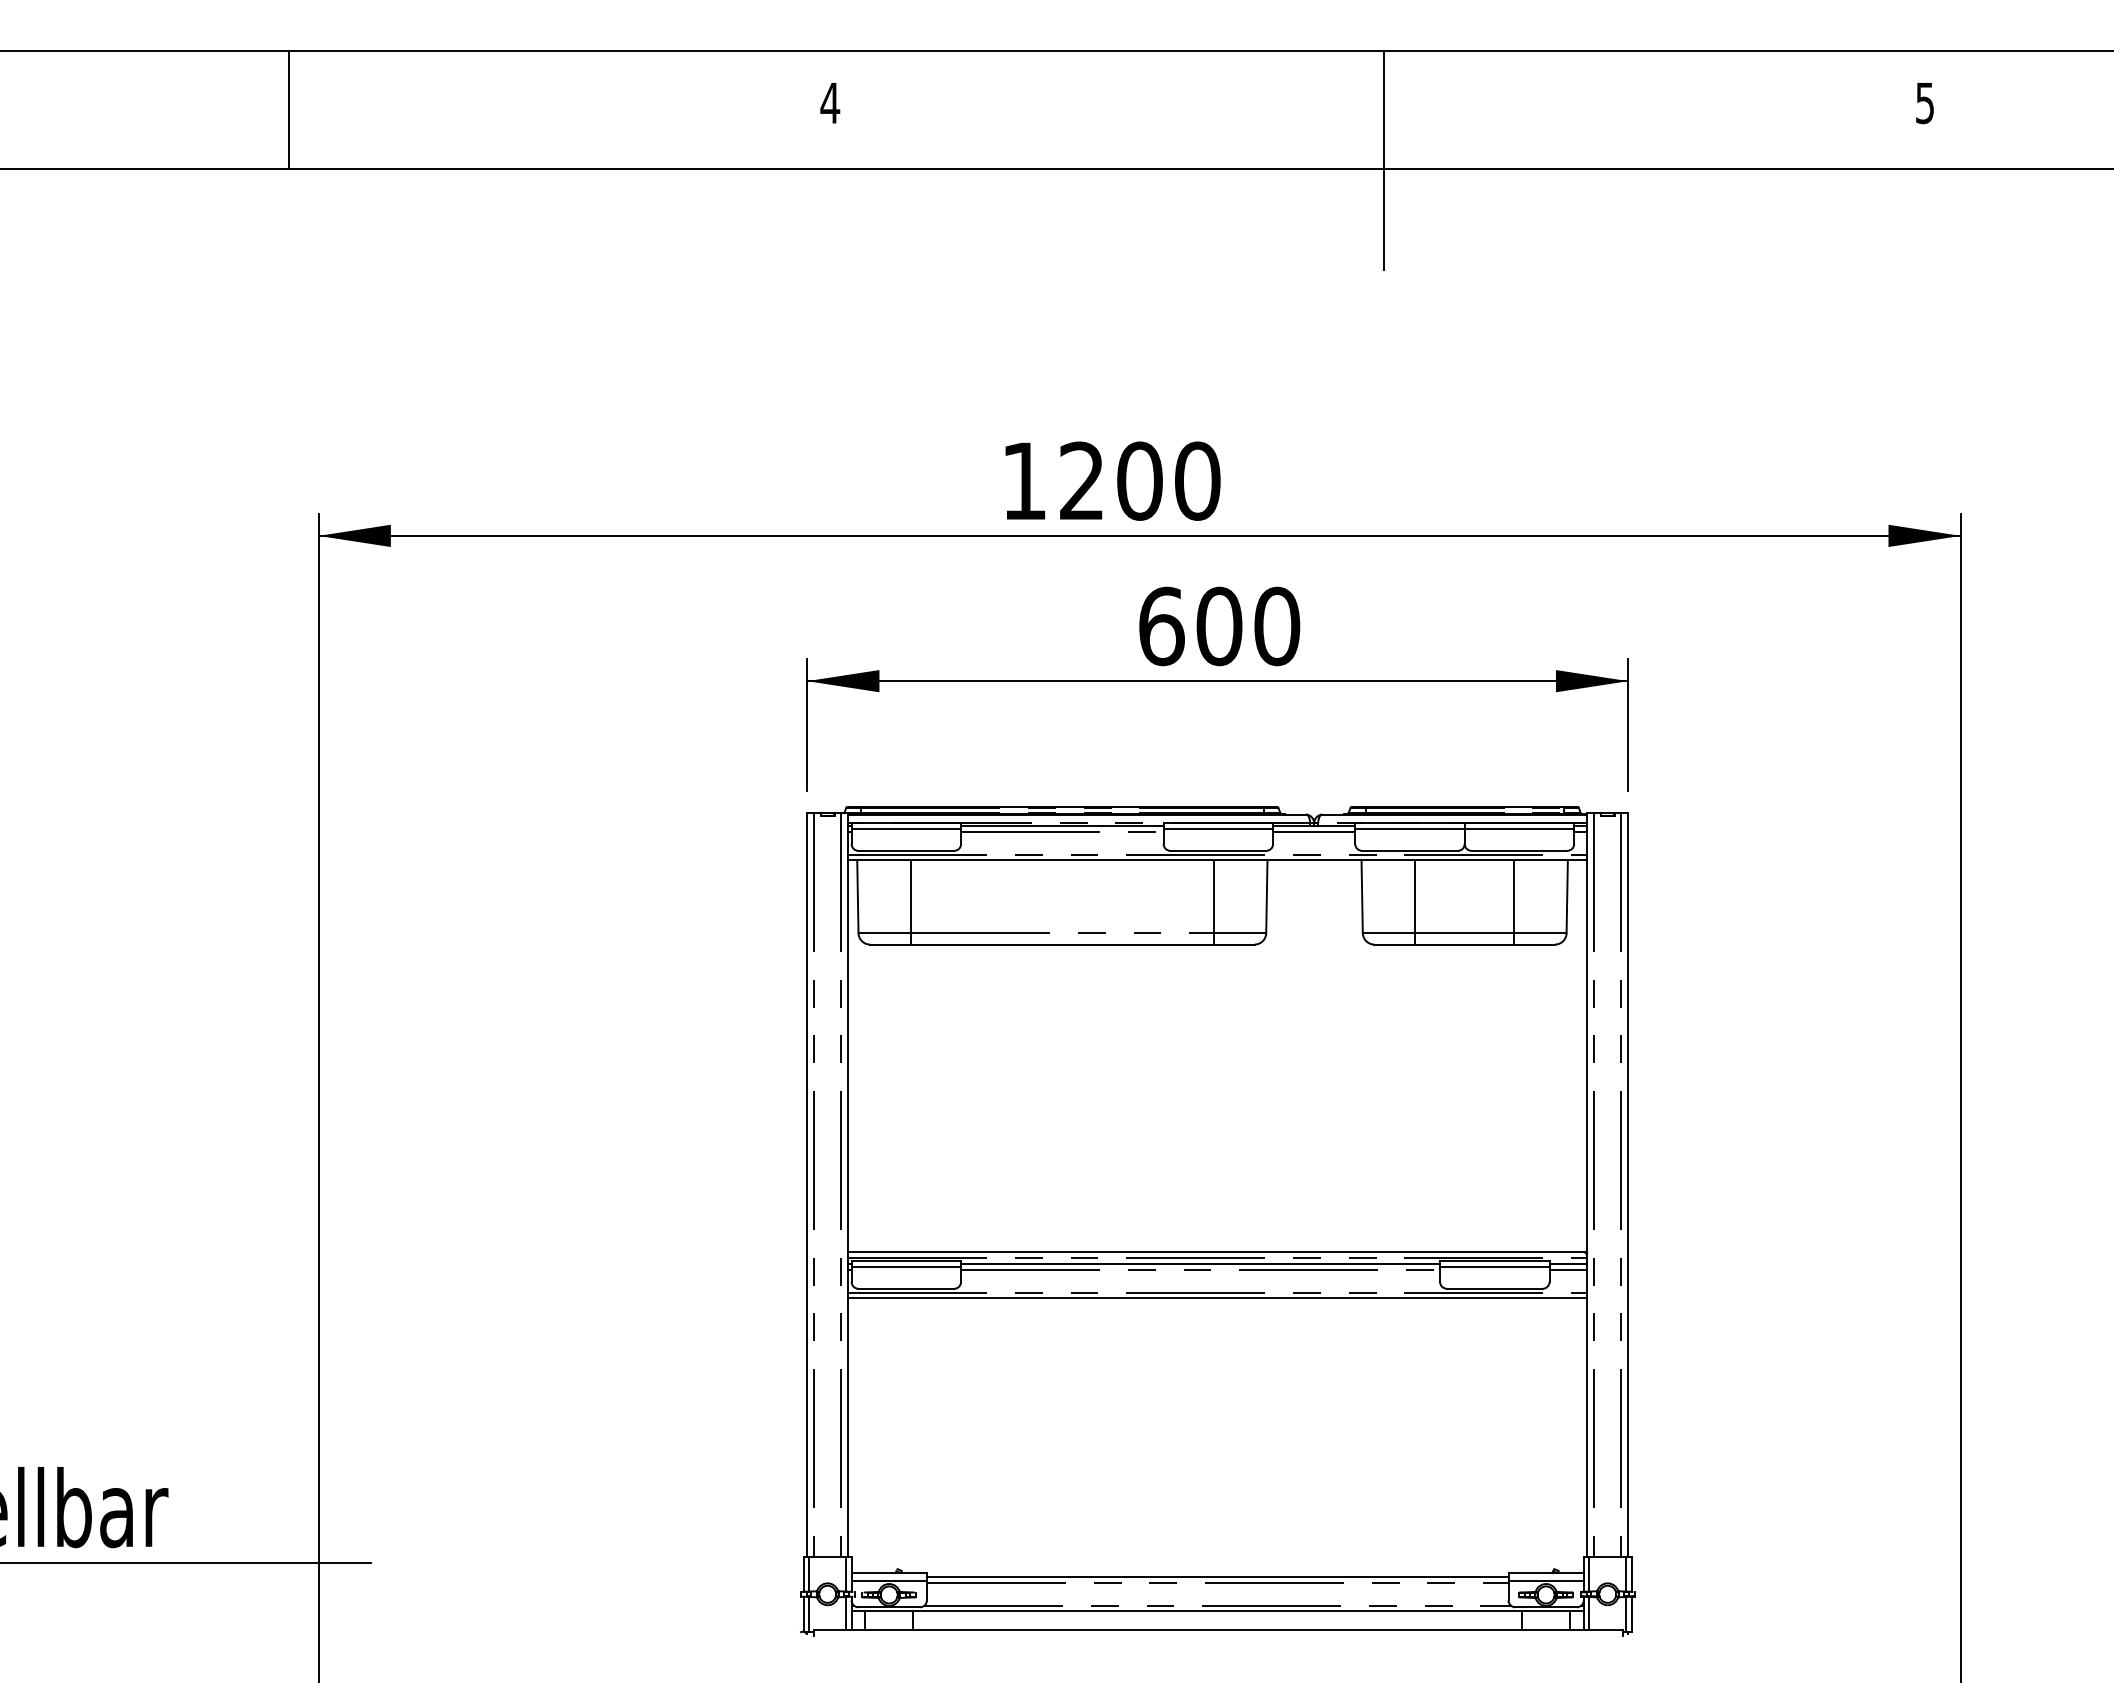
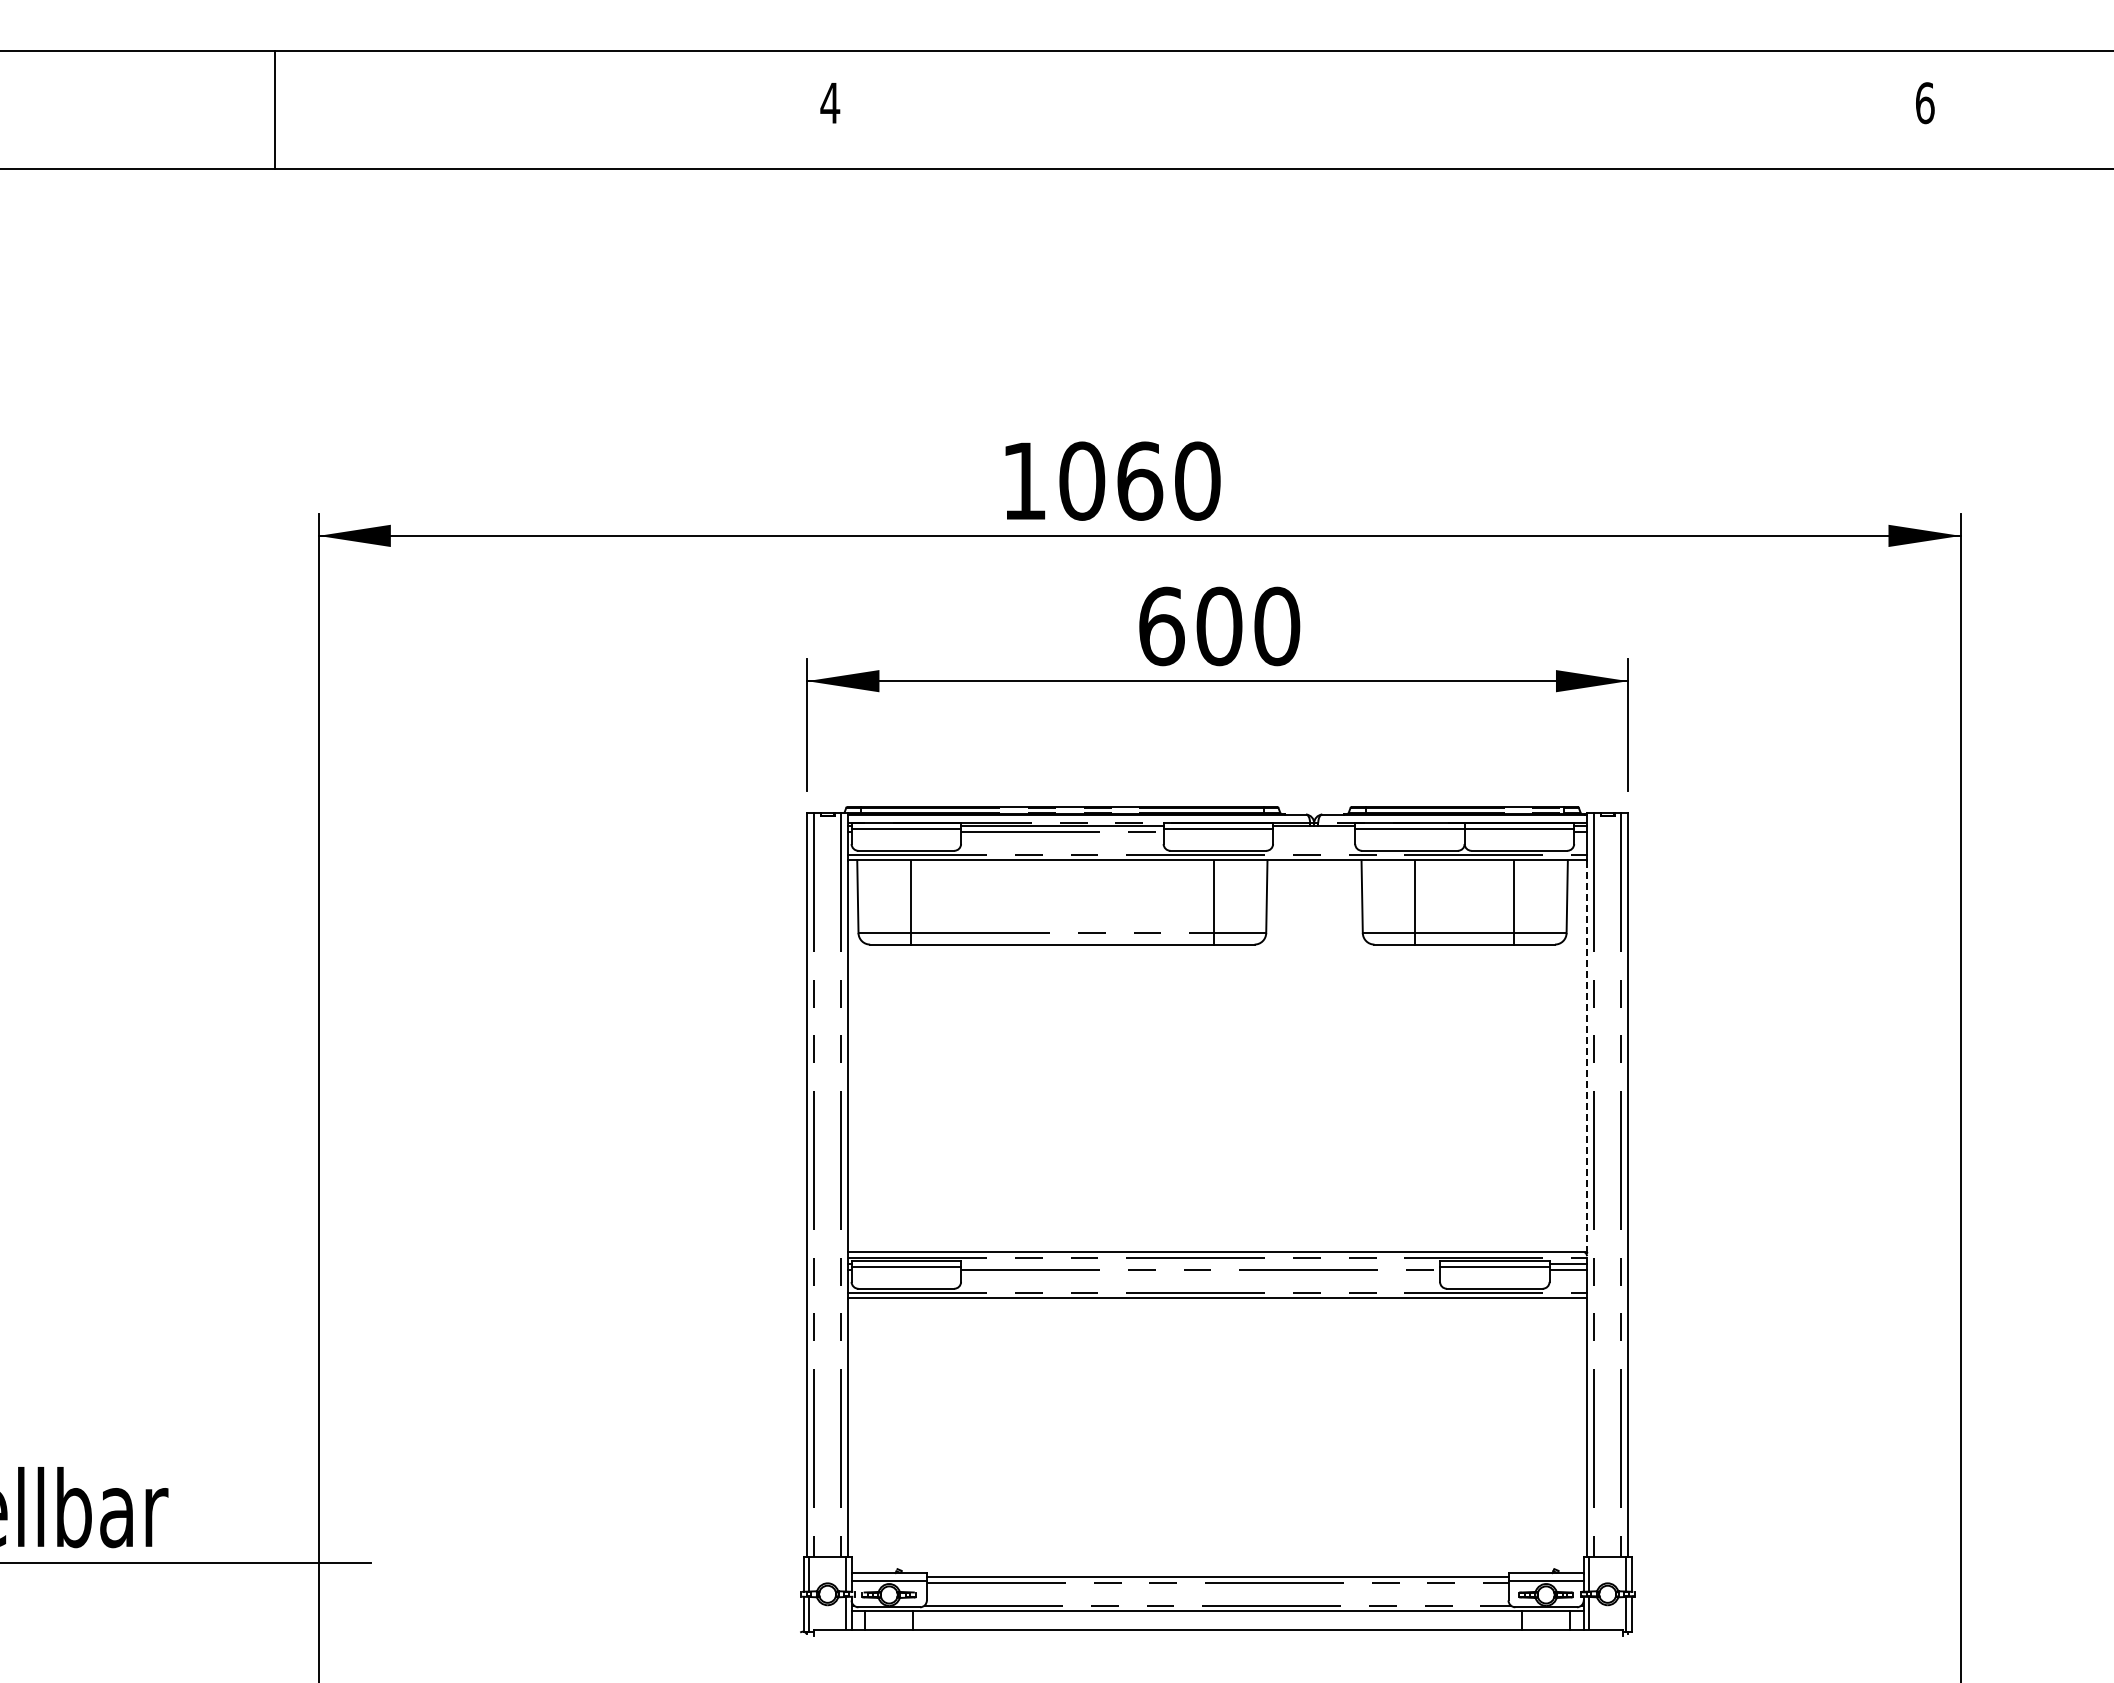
text at (1925, 103): 5 -> 6
line at (289, 109) position: (289, 109) -> (275, 109)
line at (1384, 159): present -> none
text at (1111, 480): 1200 -> 1060
line at (1314, 831): present -> none
line at (1587, 1062): solid -> dashed
line at (1200, 1264): present -> none
